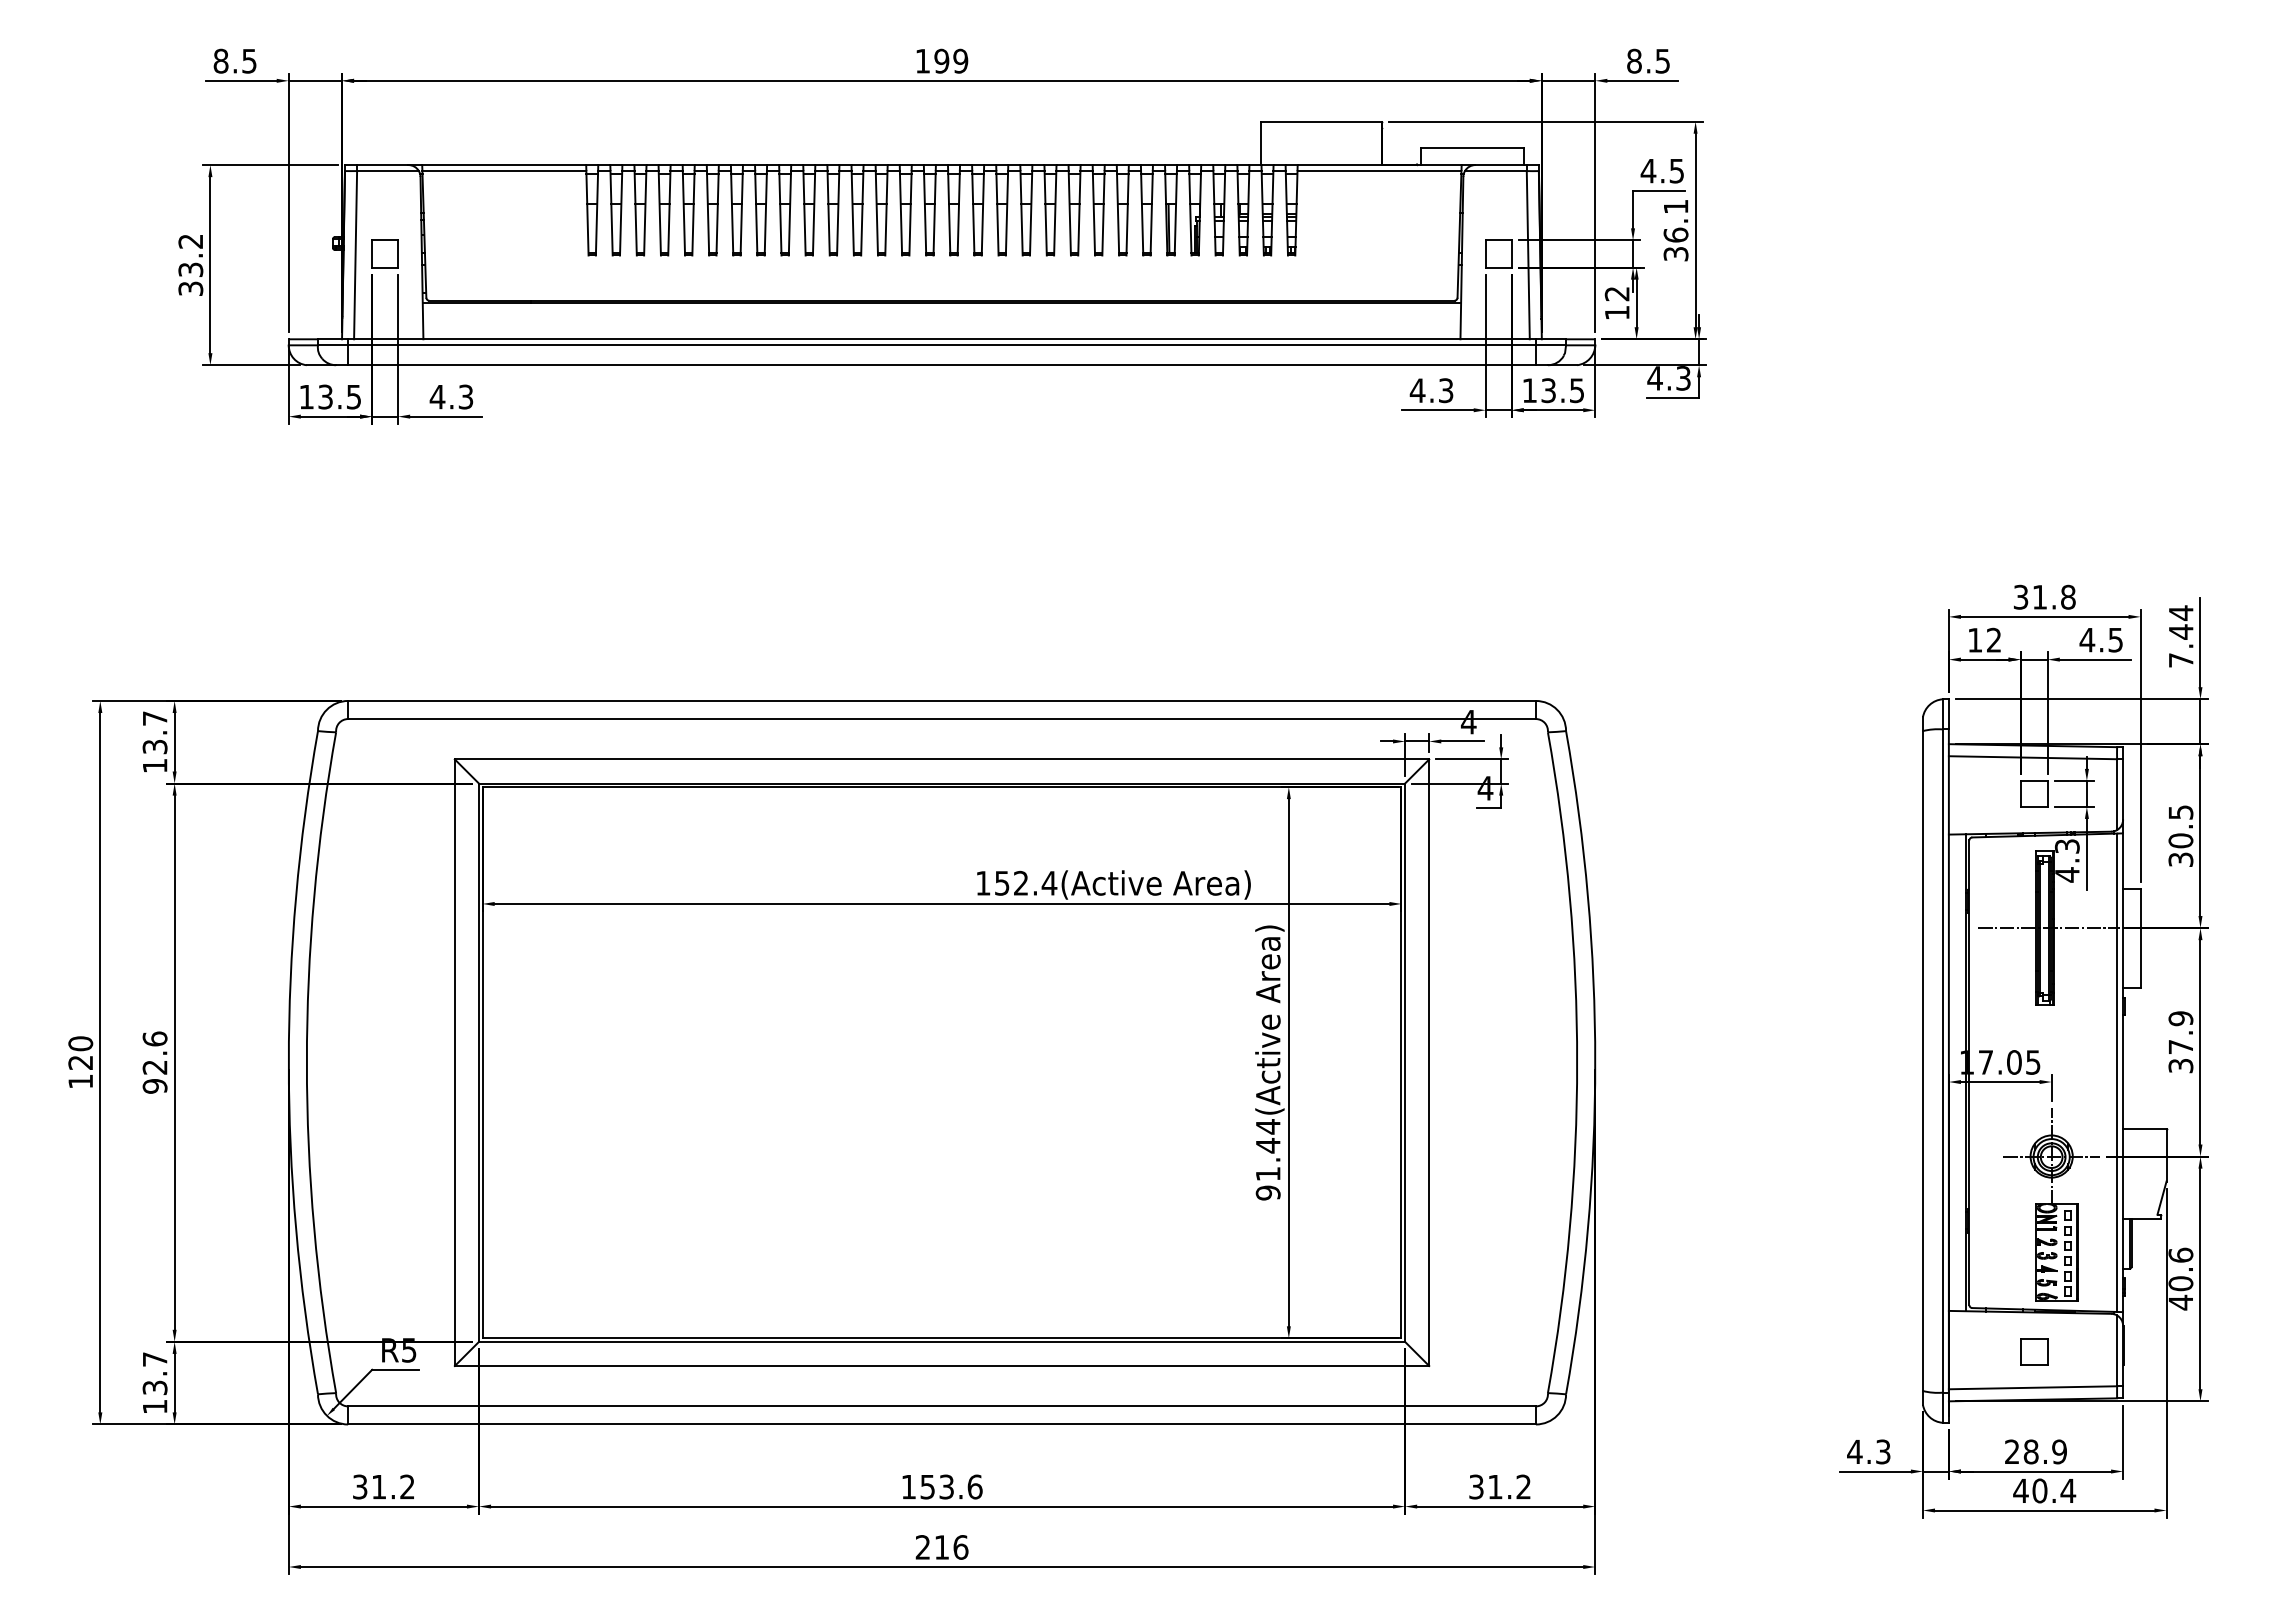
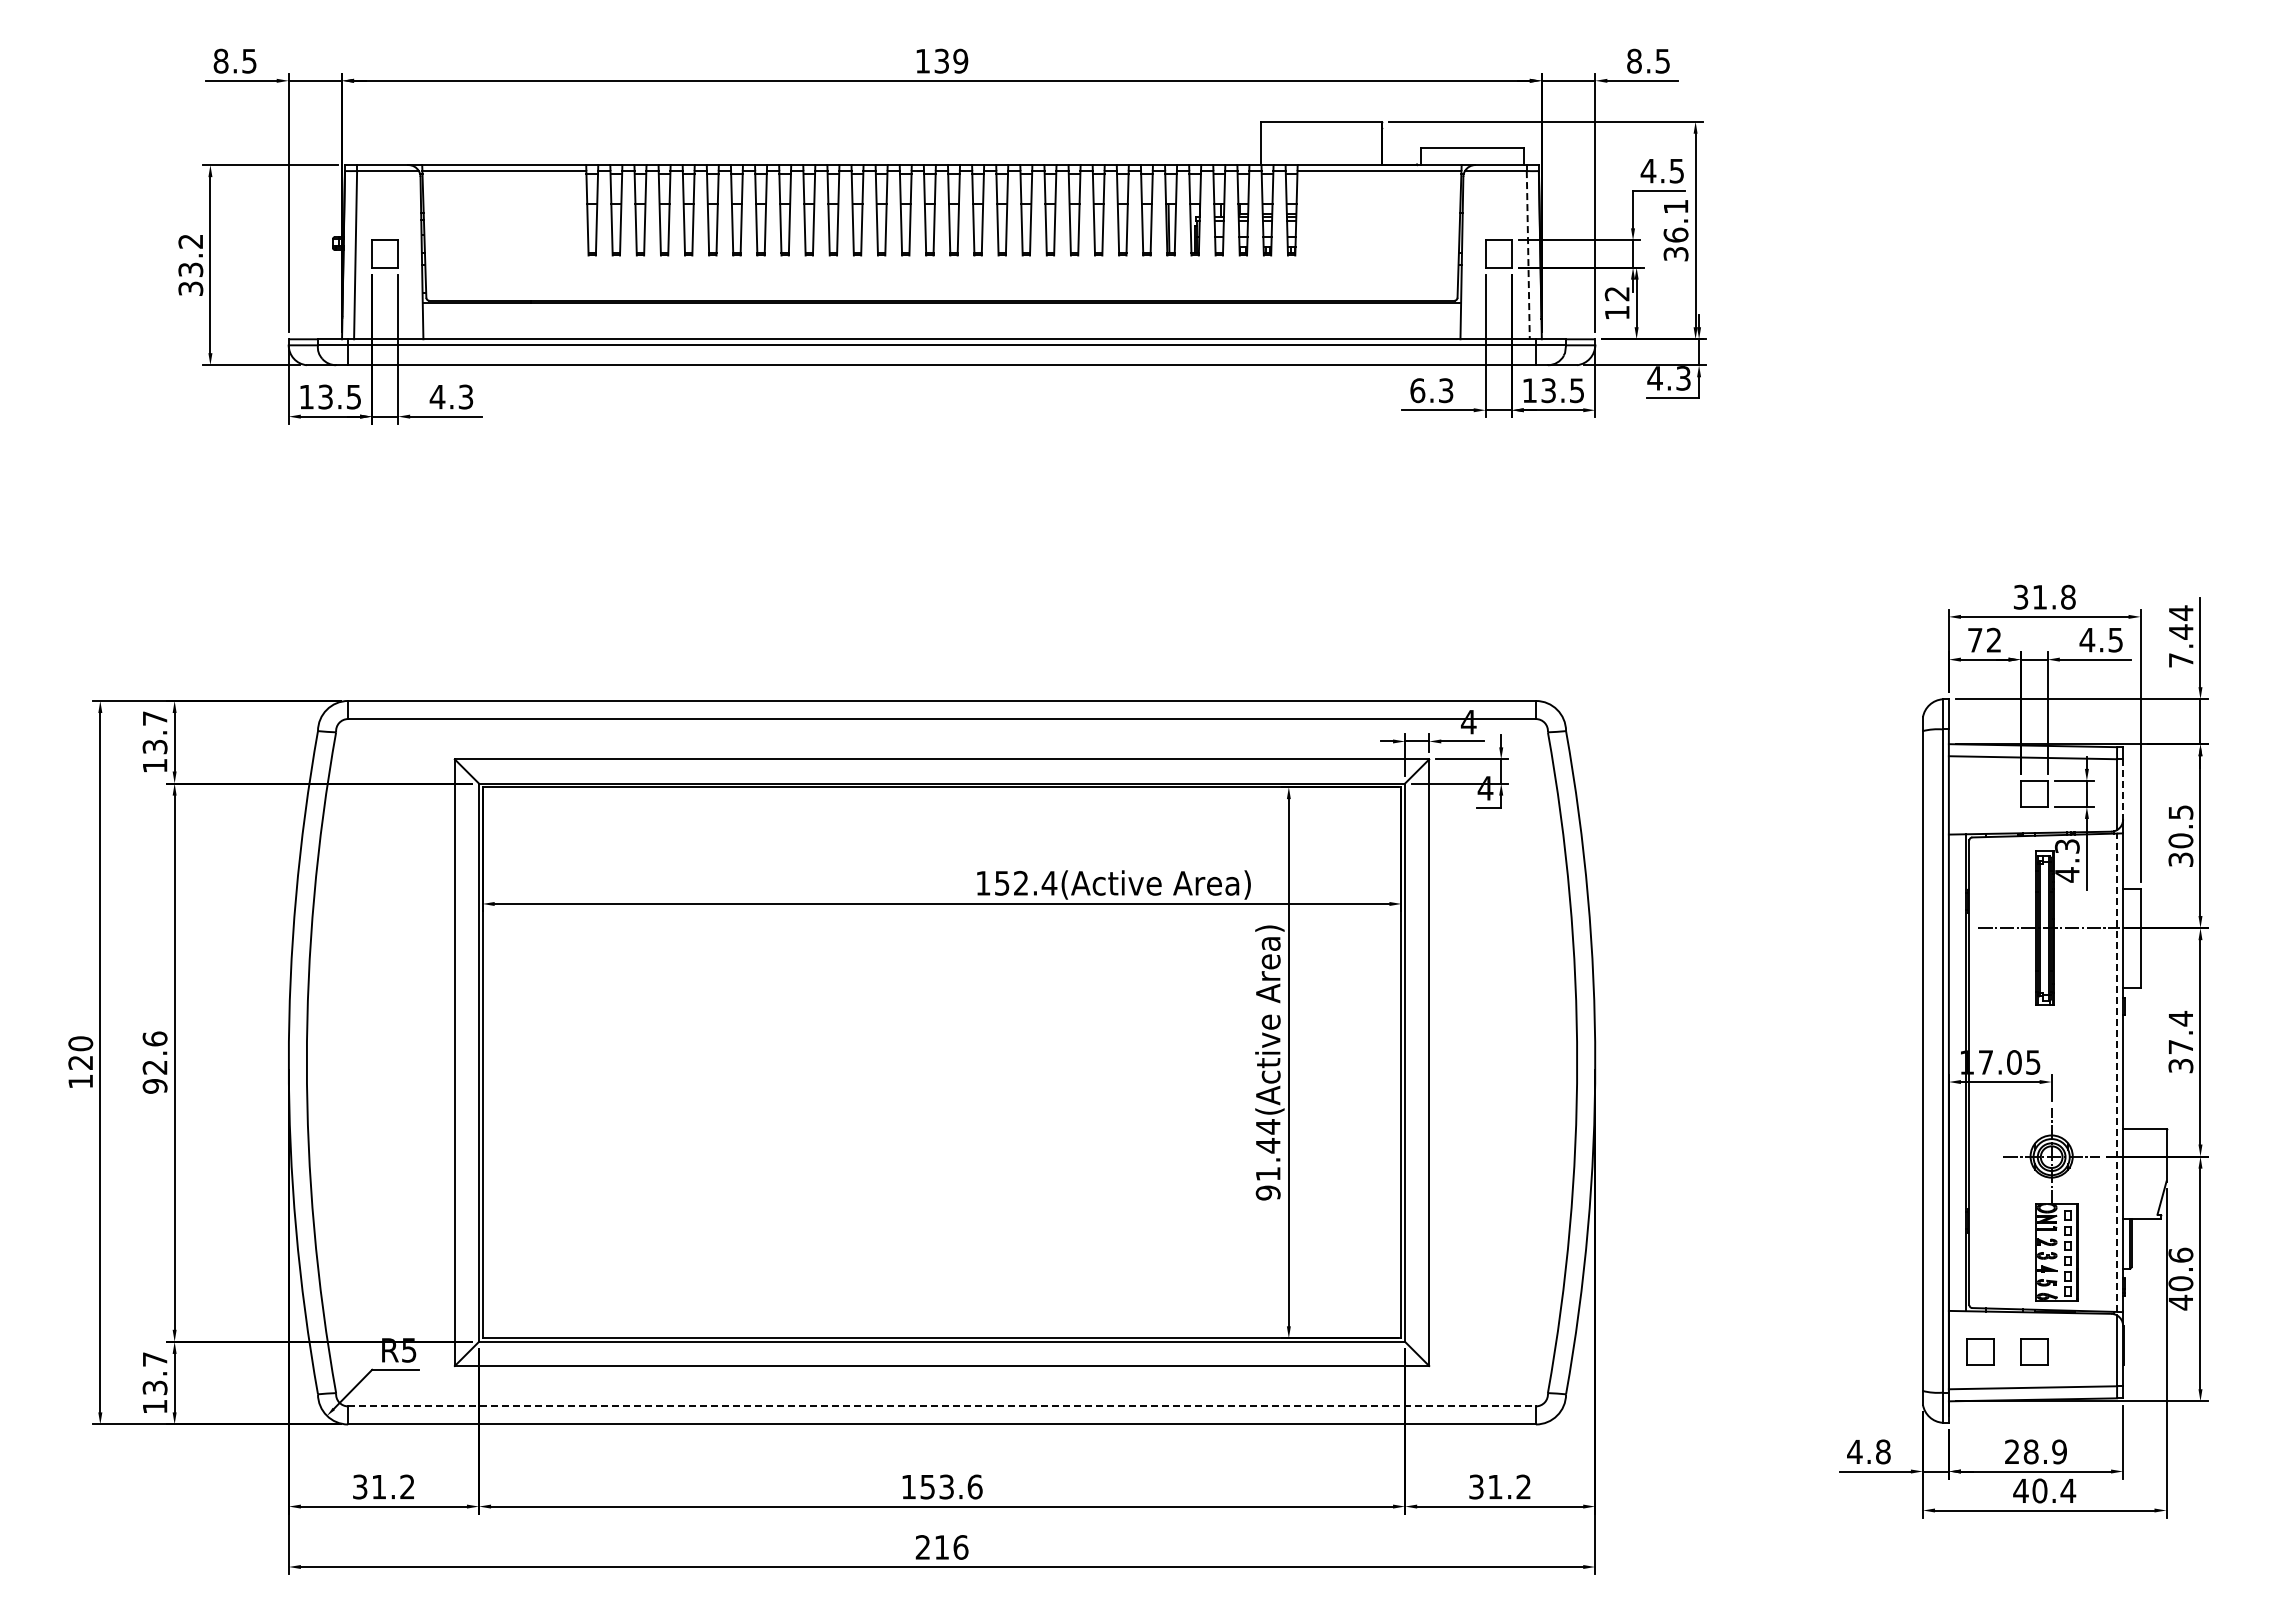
text at (941, 60): 199 -> 139
line at (1528, 255): solid -> dashed
text at (1417, 390): 4.3 -> 6.3
text at (1975, 640): 12 -> 72
line at (2123, 789): solid -> dashed
text at (2180, 1018): 37.9 -> 37.4
line at (2117, 1072): solid -> dashed
part at (1980, 1351): none -> present
line at (942, 1406): solid -> dashed
text at (1883, 1451): 4.3 -> 4.8
